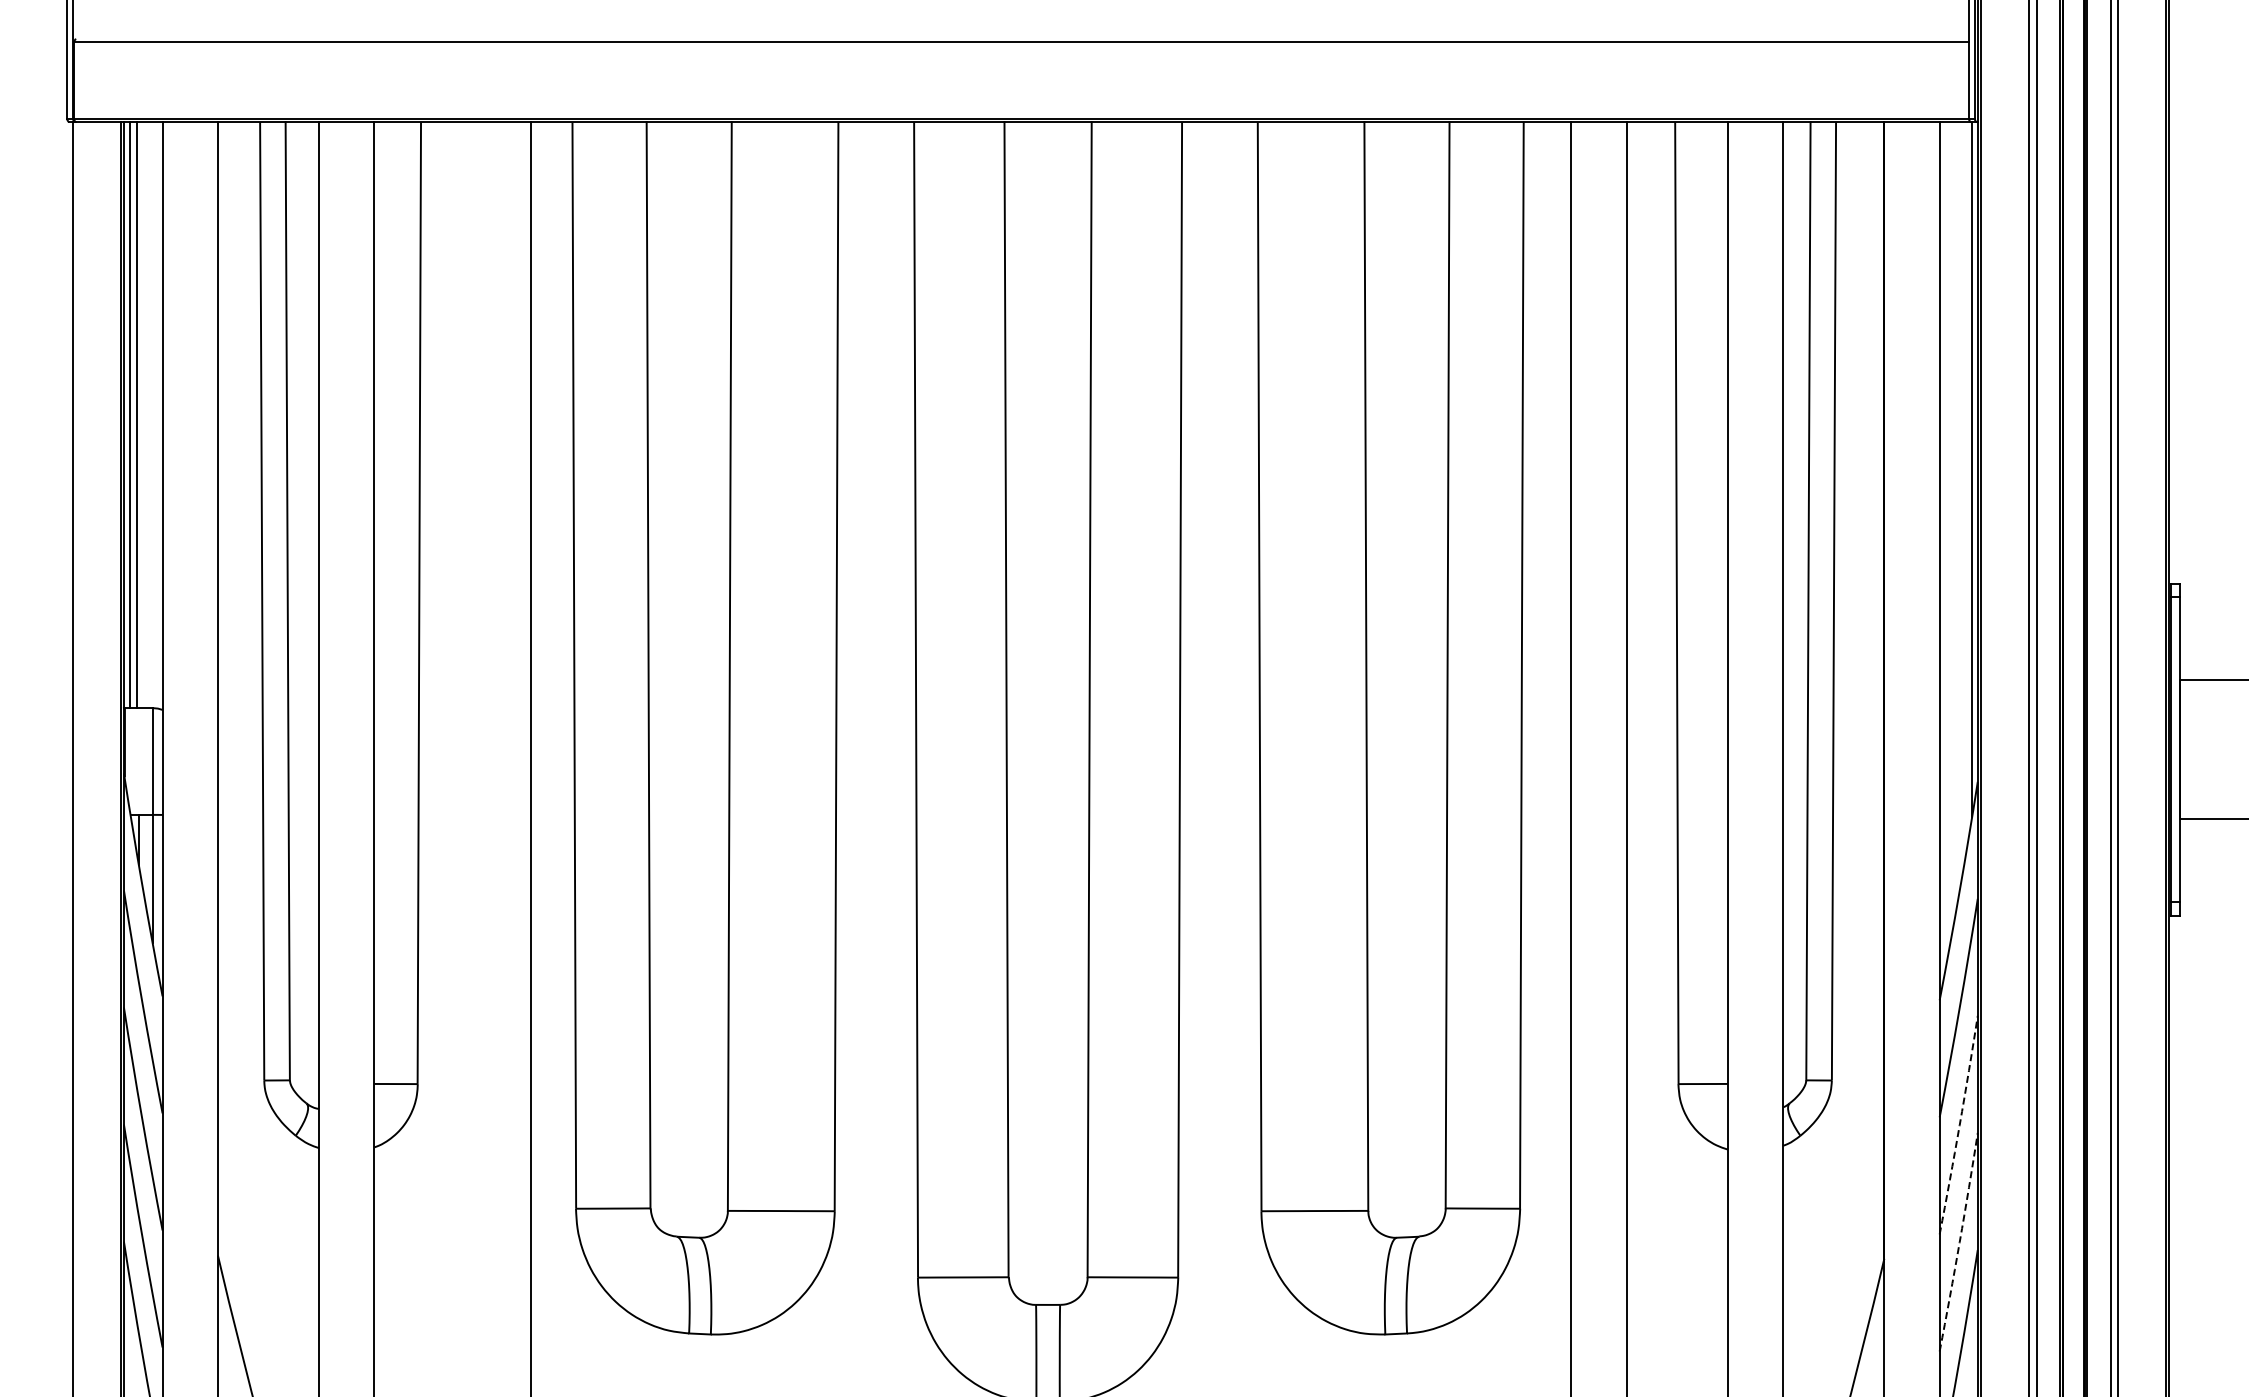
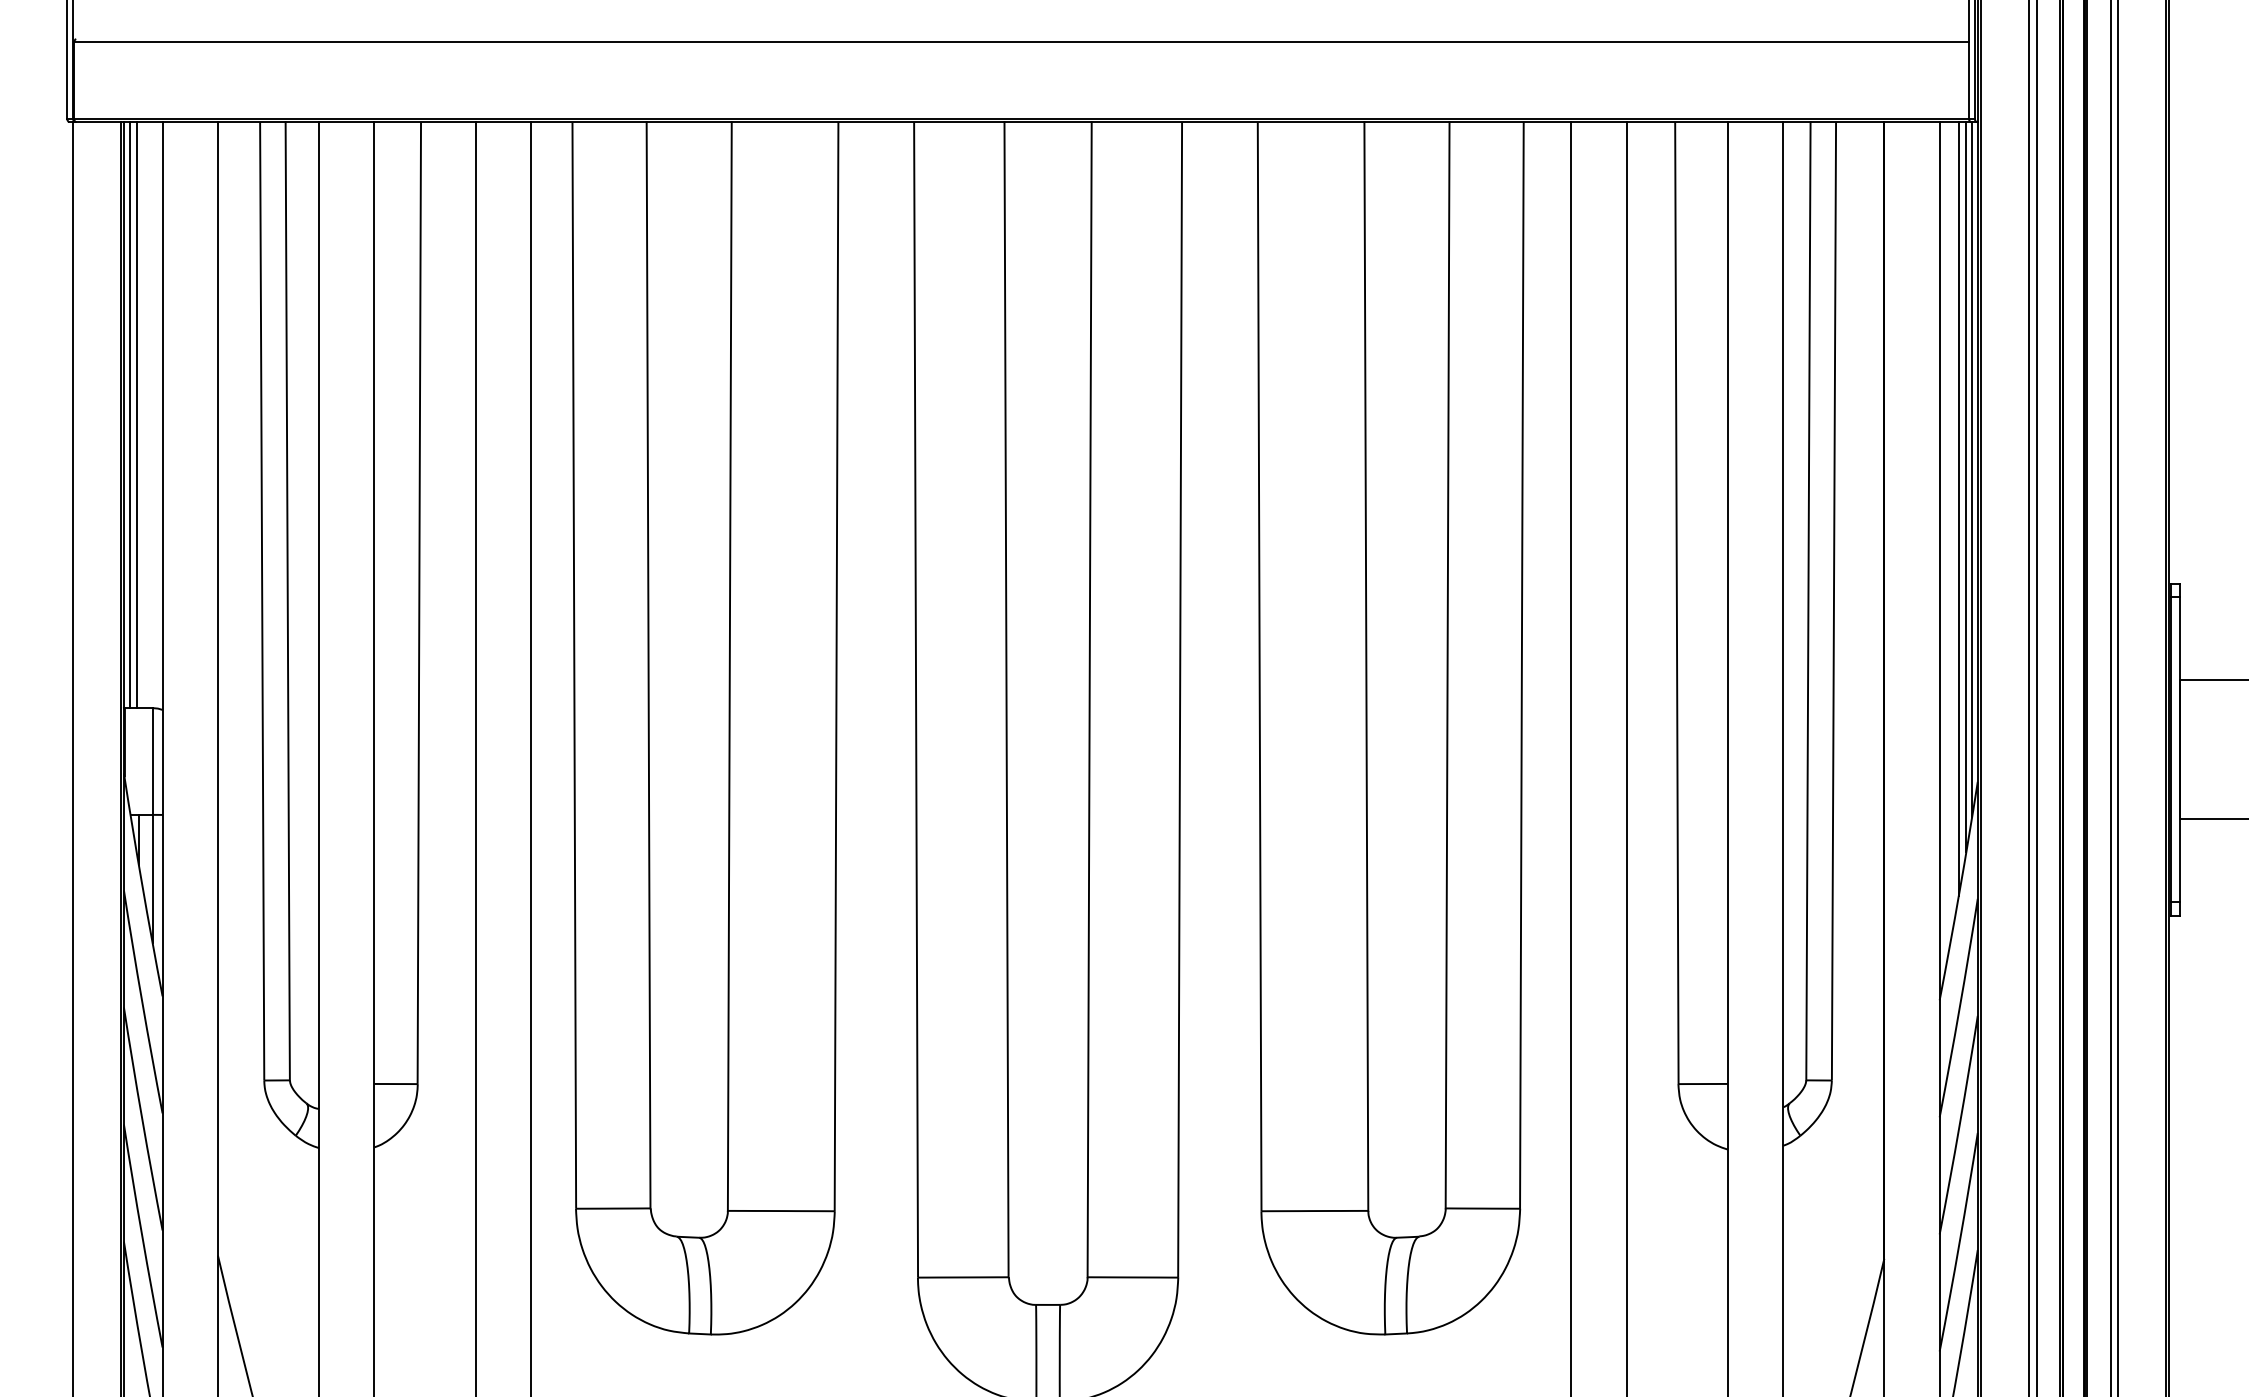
line at (1966, 487): none -> present
line at (1958, 508): none -> present
line at (475, 757): none -> present
arc at (1959, 1125): dashed -> solid
arc at (1959, 1242): dashed -> solid
